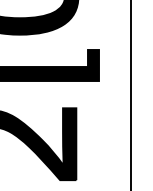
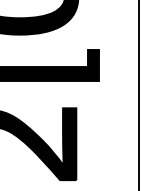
line at (130, 94) position: (130, 94) -> (138, 94)
